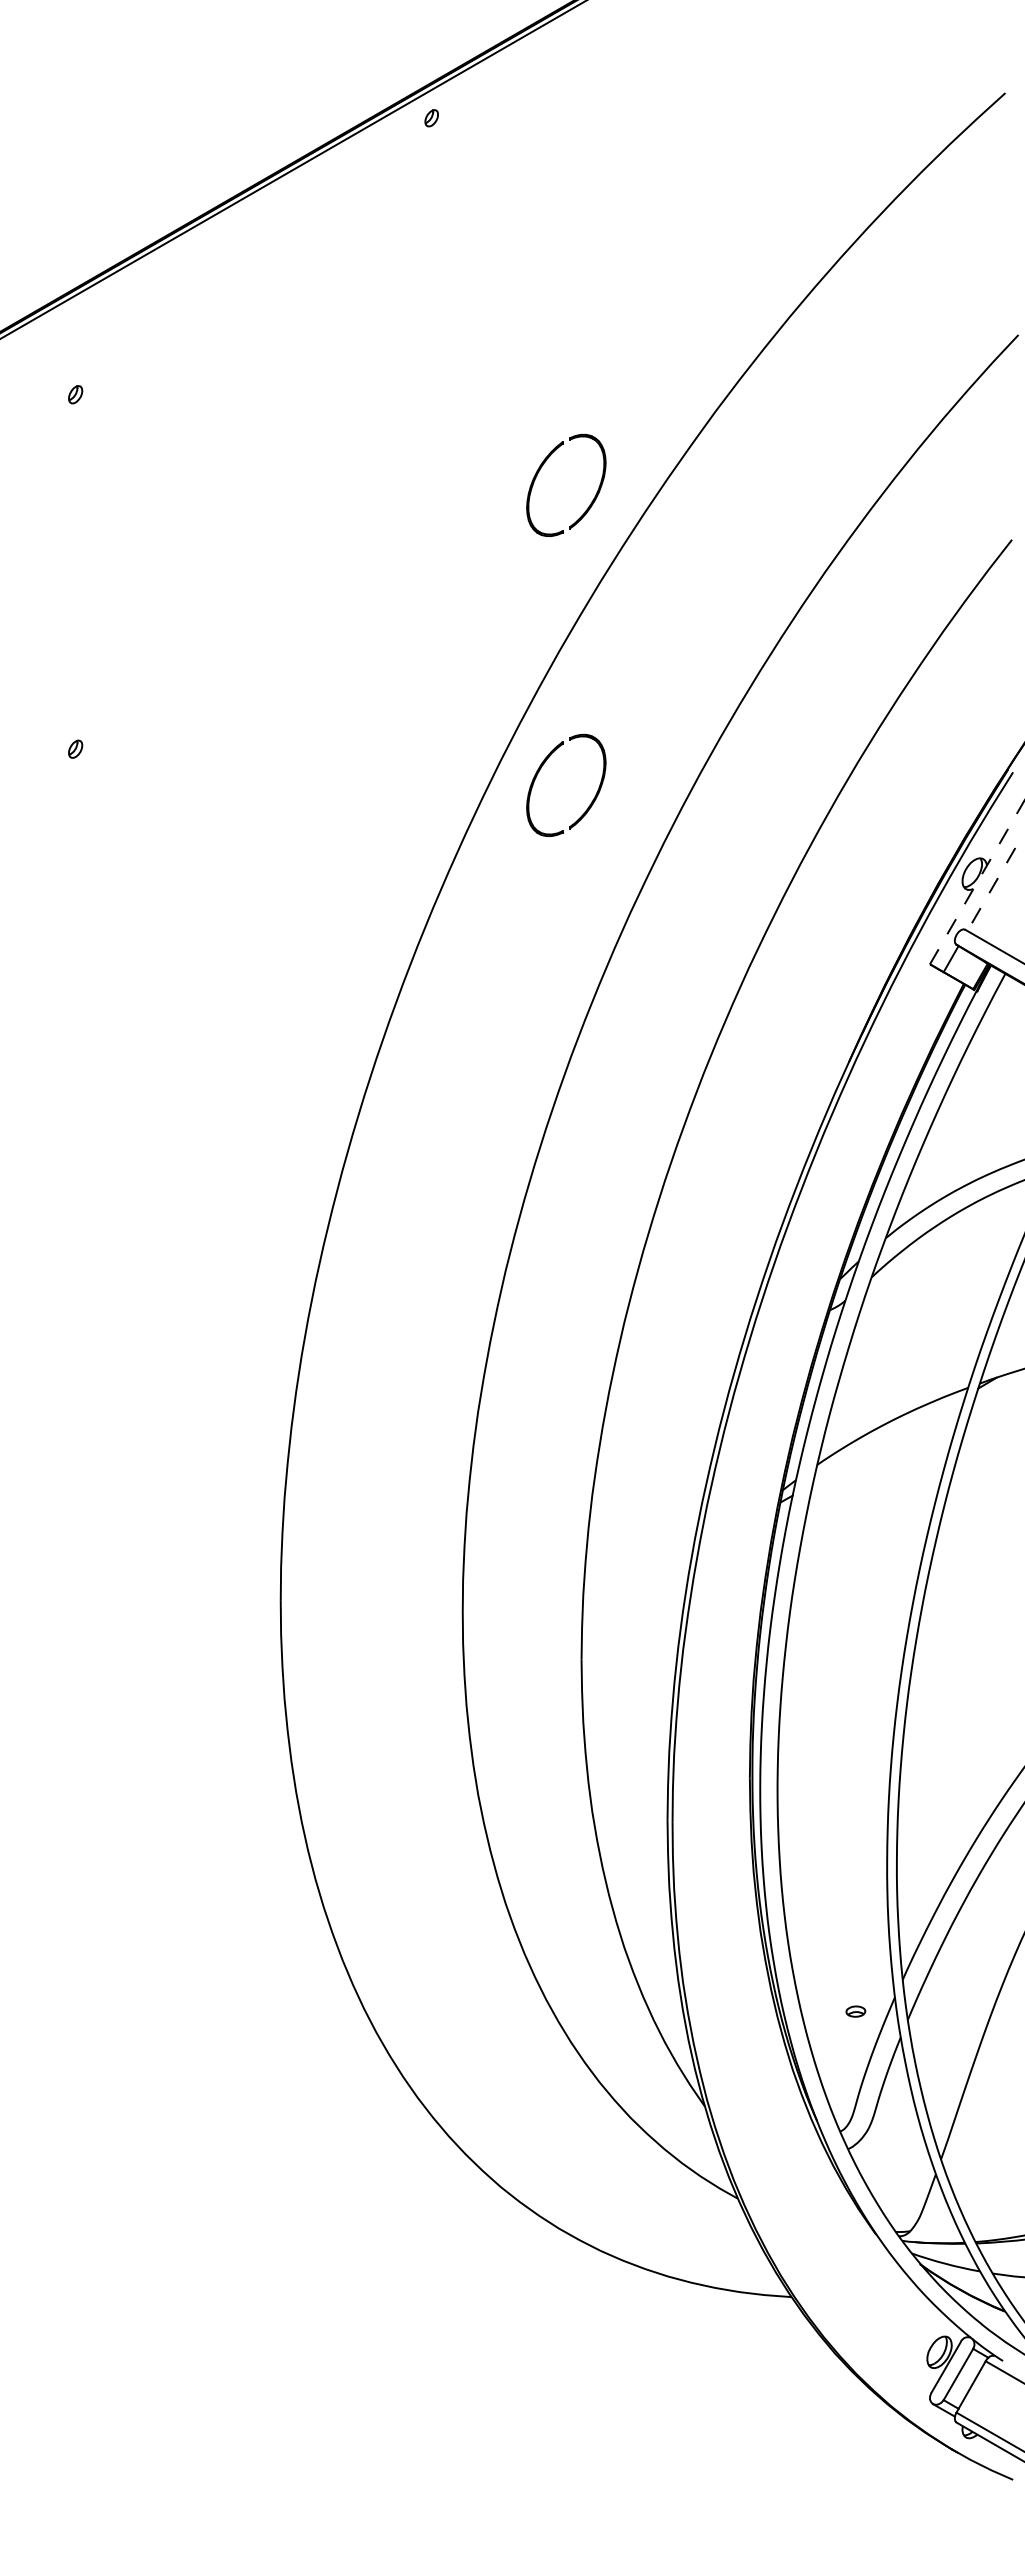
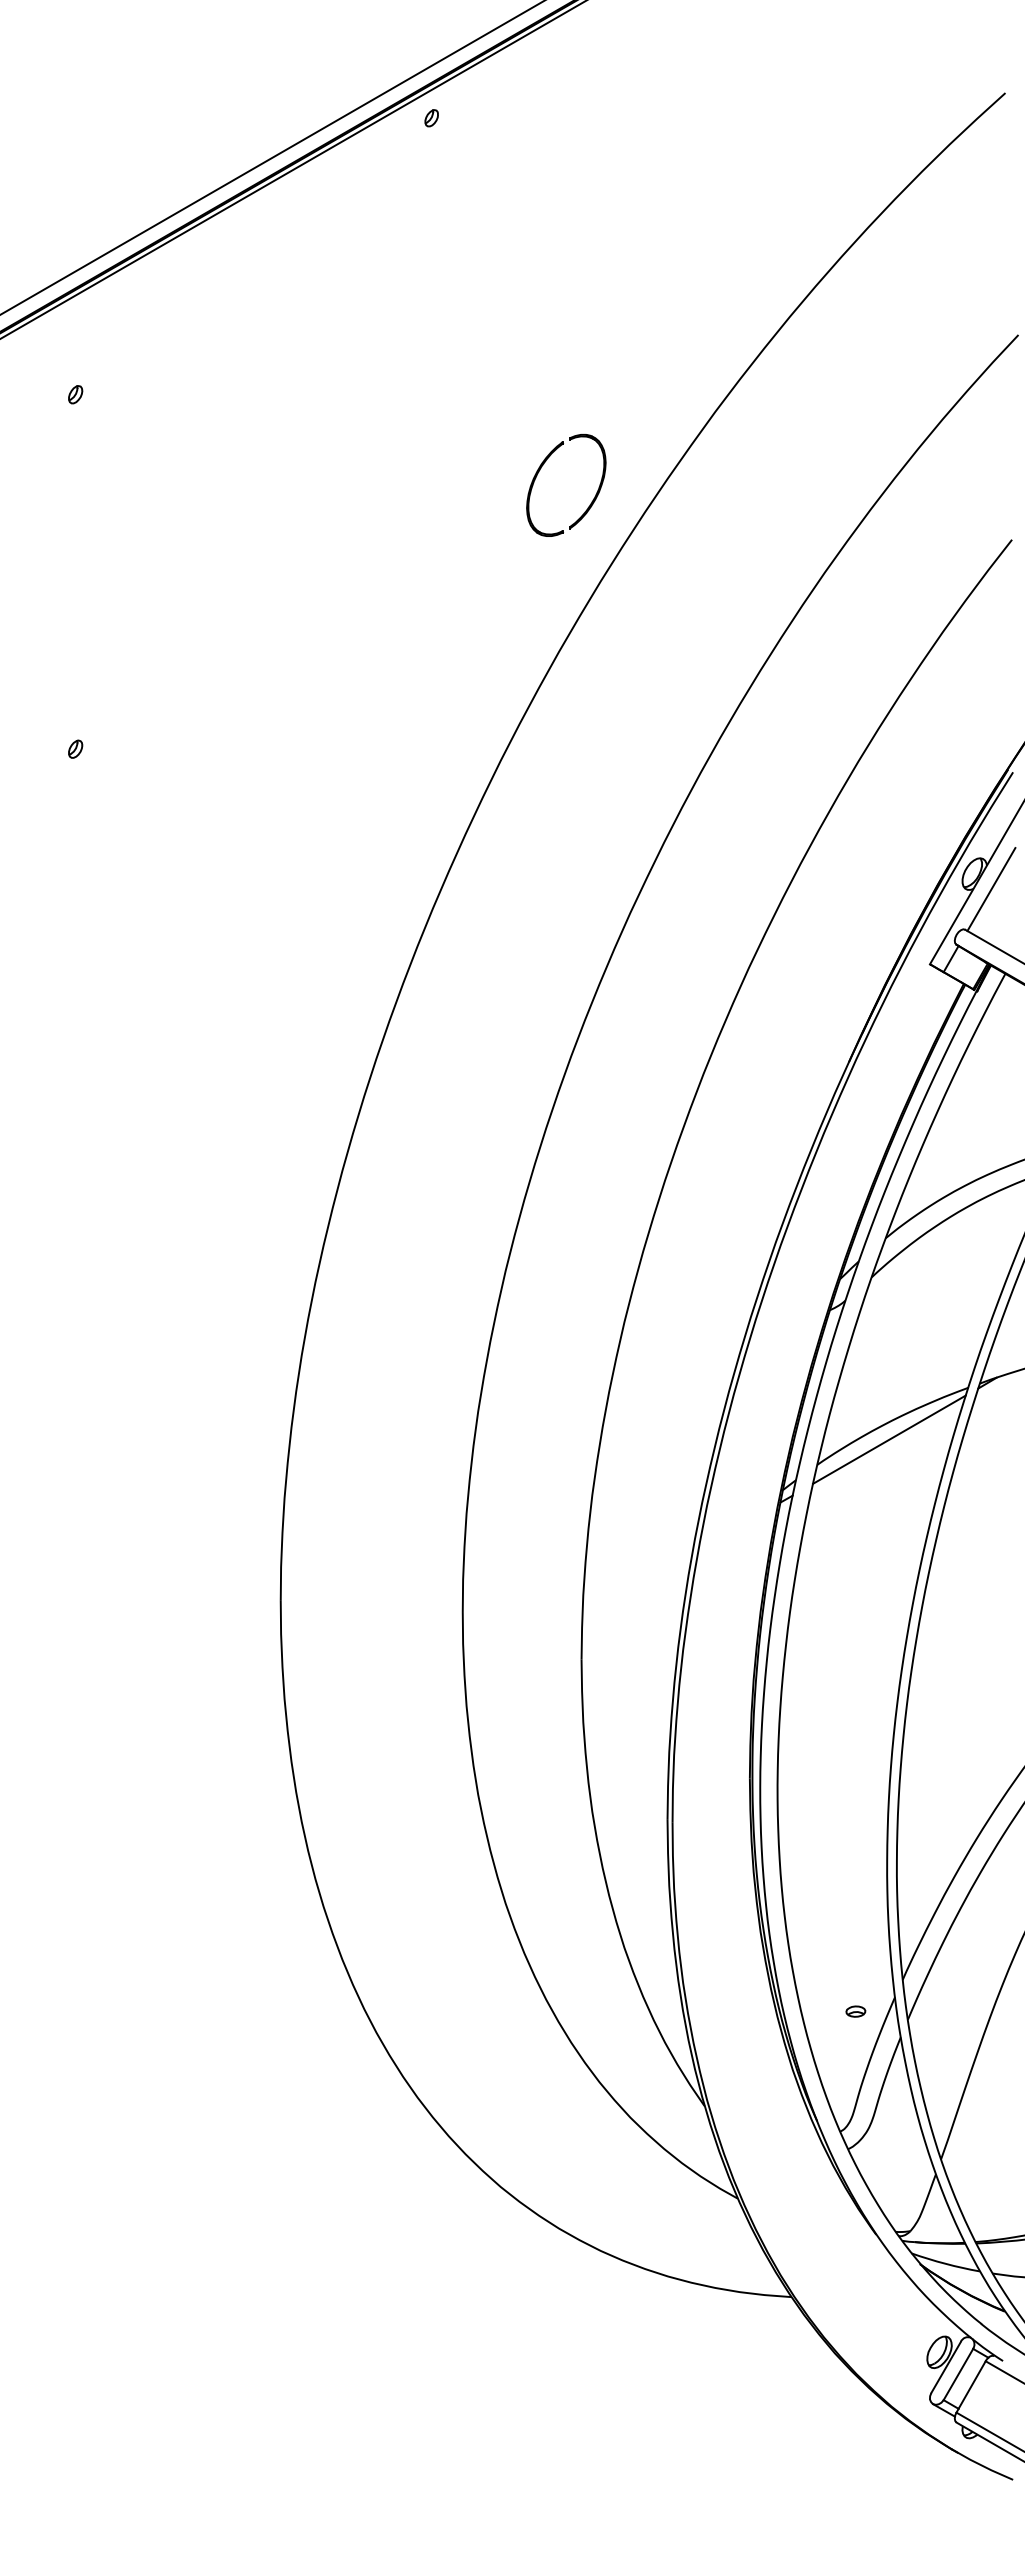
line at (271, 157): none -> present
part at (591, 801): present -> none
line at (977, 882): dashed -> solid
line at (991, 889): dashed -> solid
line at (889, 1439): none -> present
